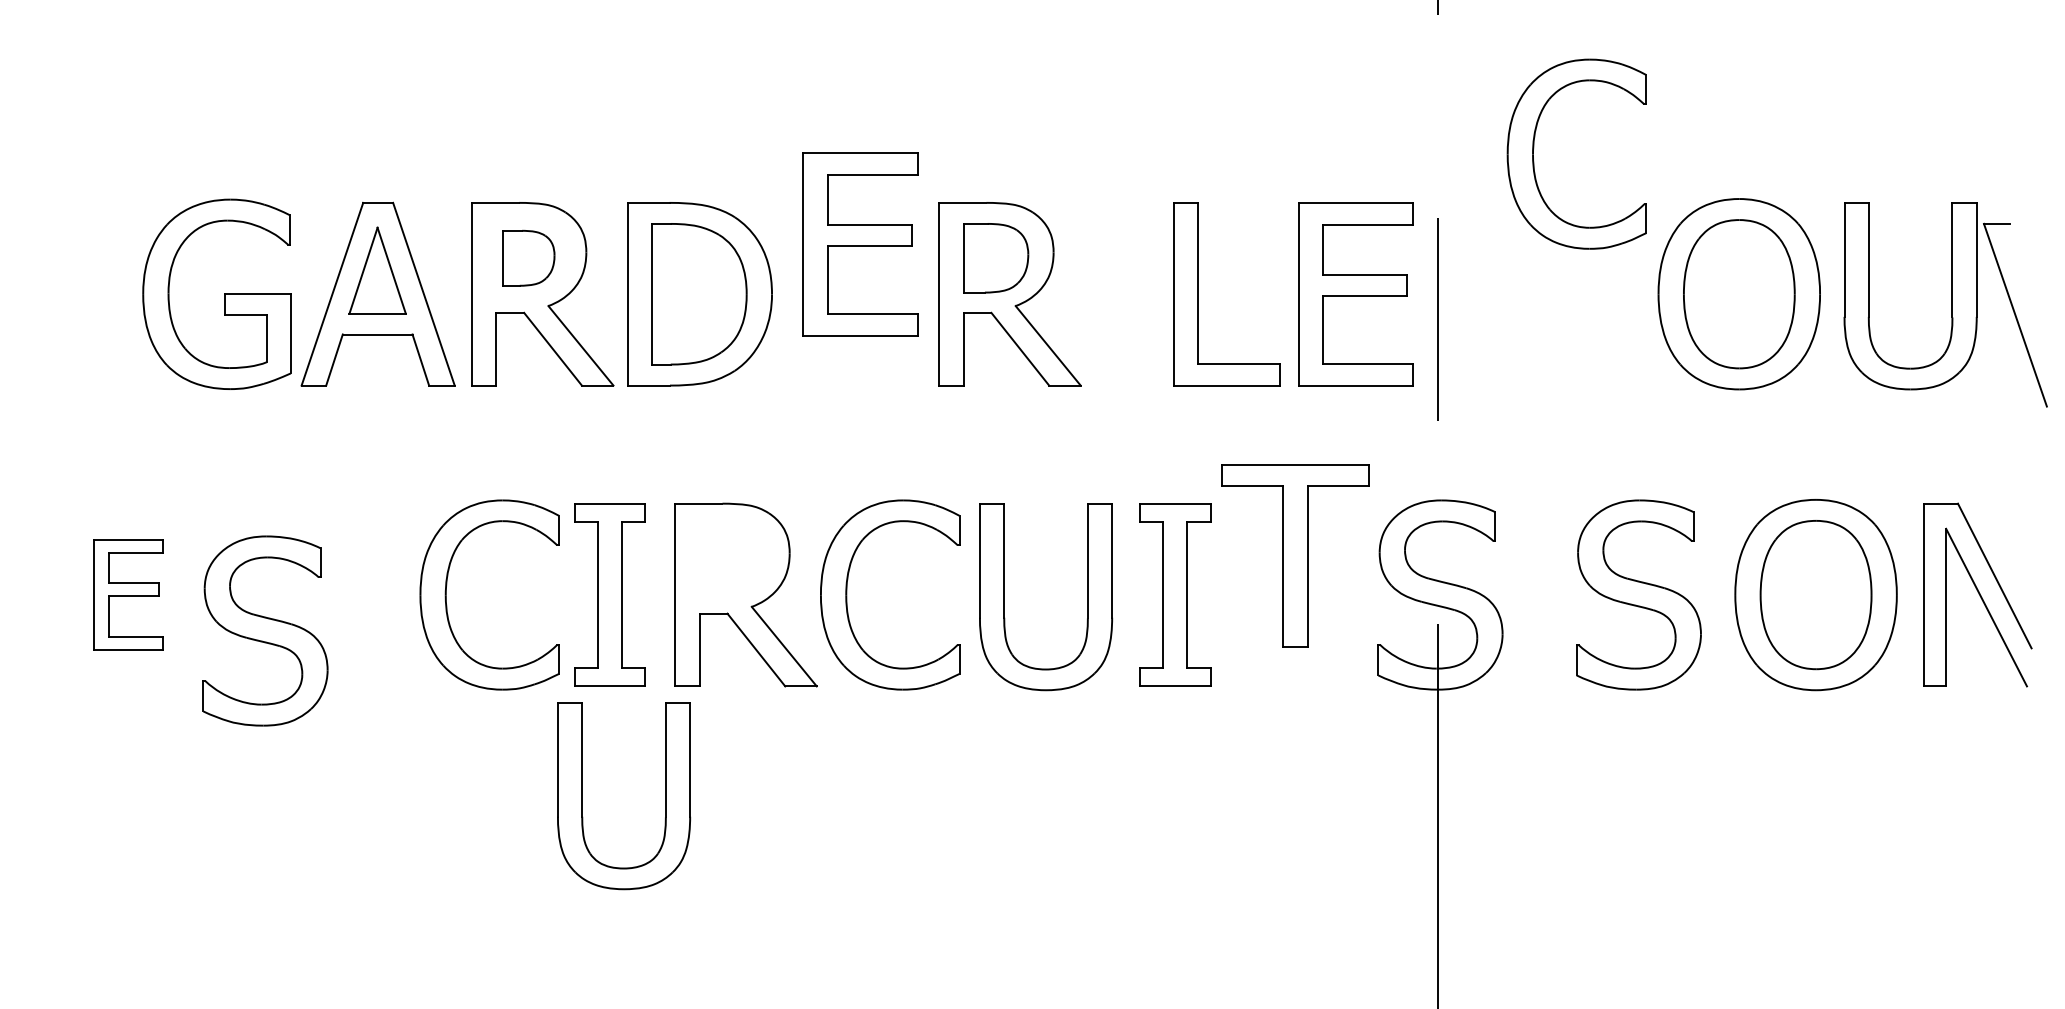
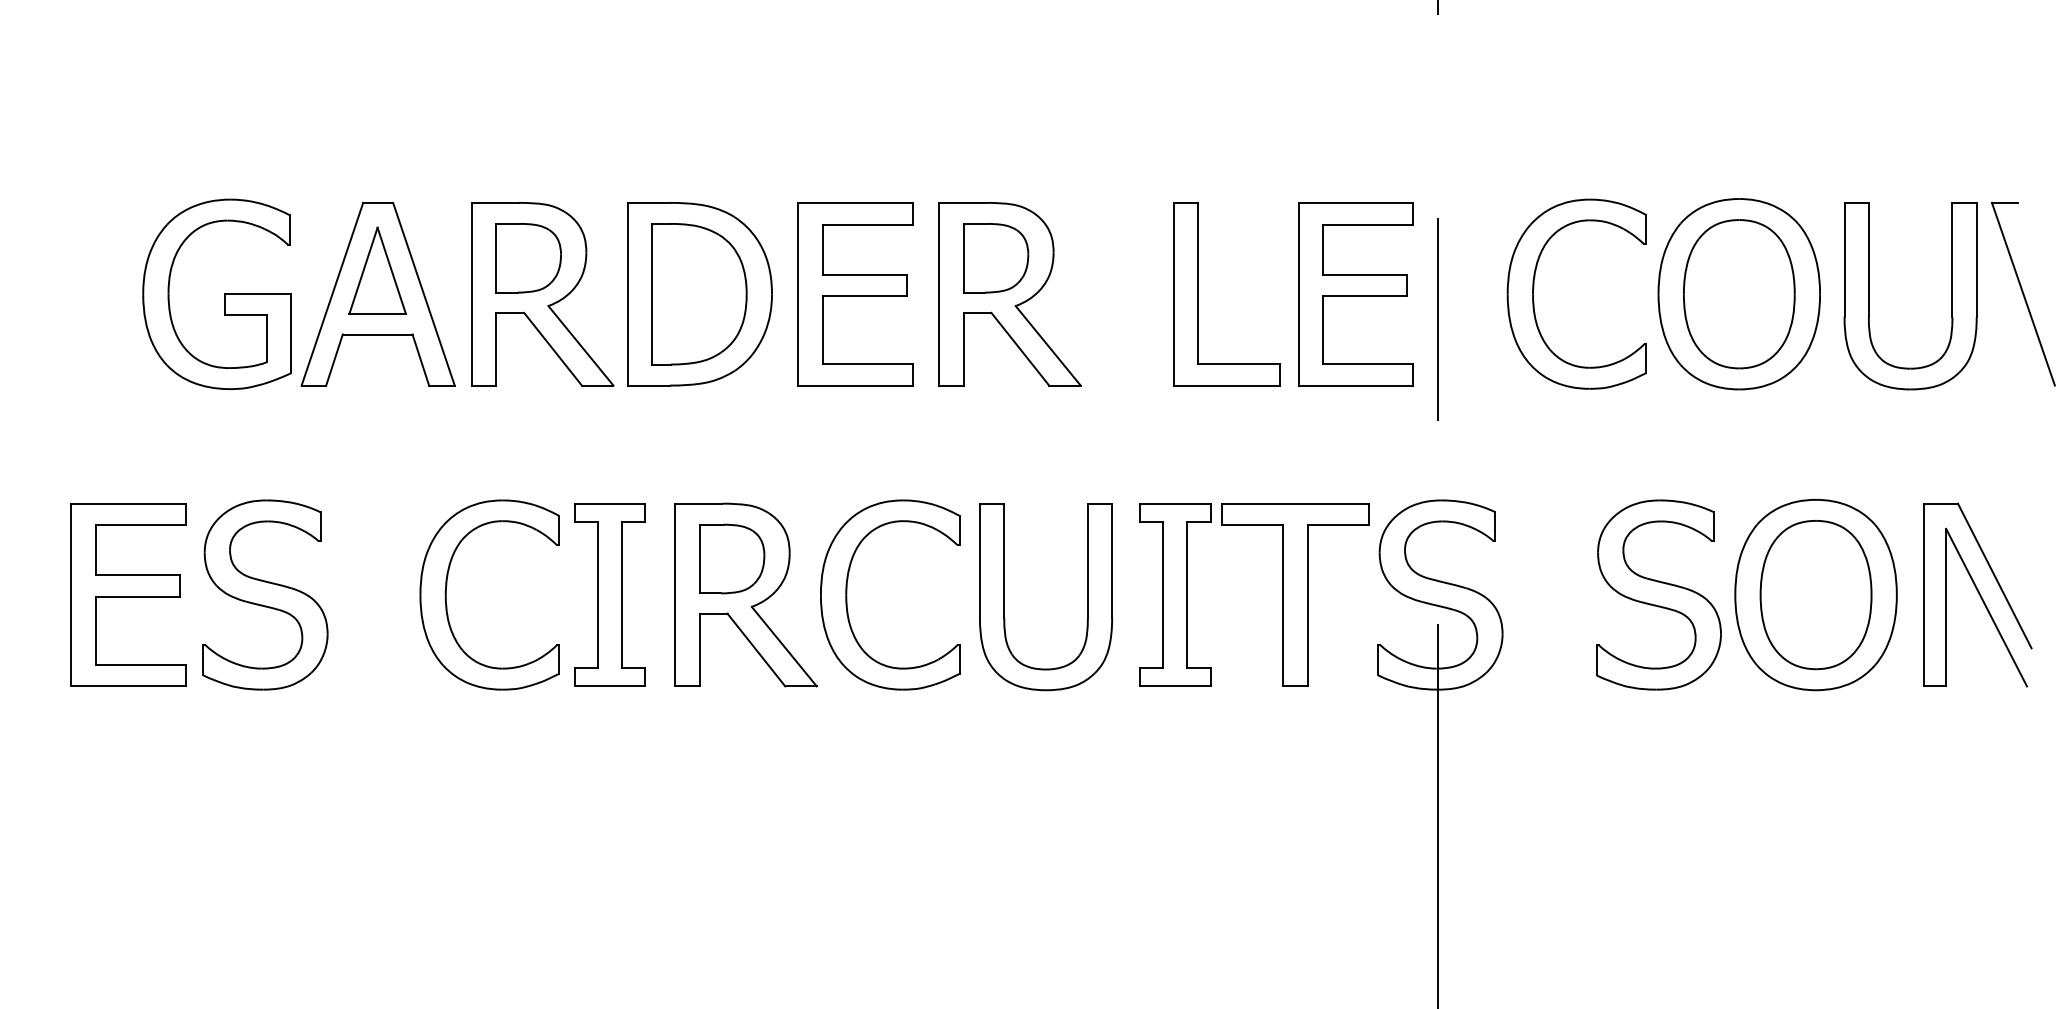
part at (1534, 148) position: (1534, 148) -> (1534, 288)
part at (860, 244) position: (860, 244) -> (855, 294)
part at (528, 257) size: 54x58 px -> 67x71 px
part at (2015, 314) position: (2015, 314) -> (2023, 293)
part at (1295, 555) position: (1295, 555) -> (1295, 594)
part at (732, 558): none -> present
part at (128, 594) size: 71x112 px -> 117x184 px
part at (1638, 594) position: (1638, 594) -> (1658, 594)
part at (265, 630) position: (265, 630) -> (265, 594)
part at (665, 796): present -> none
